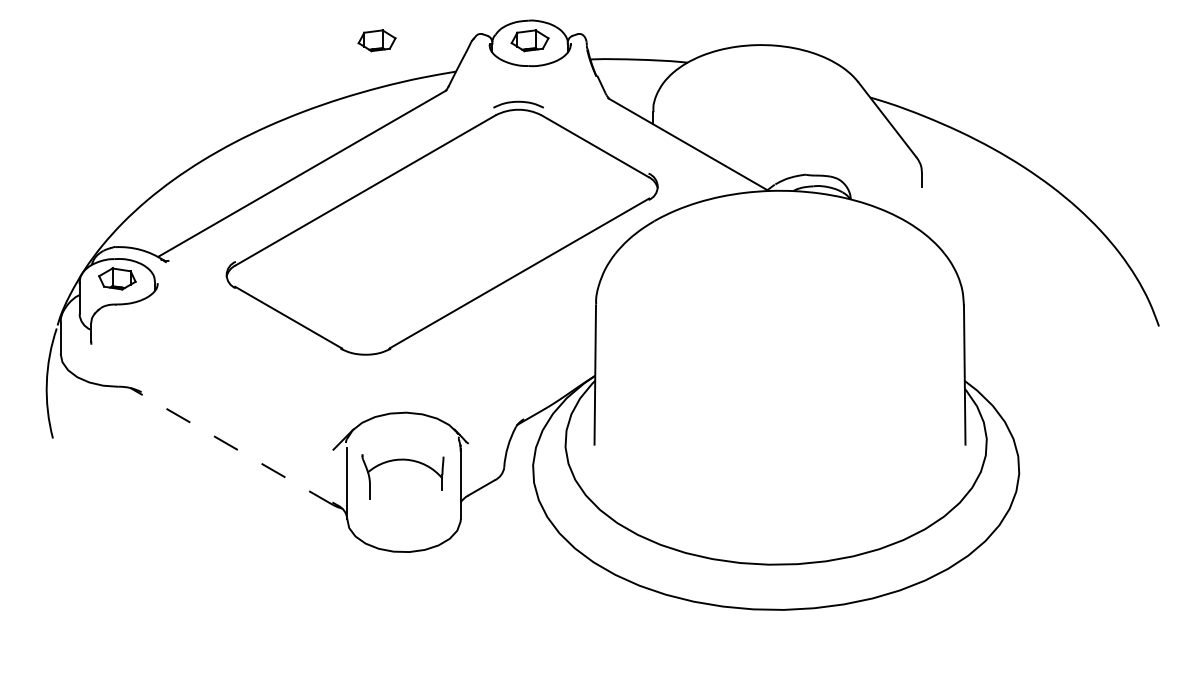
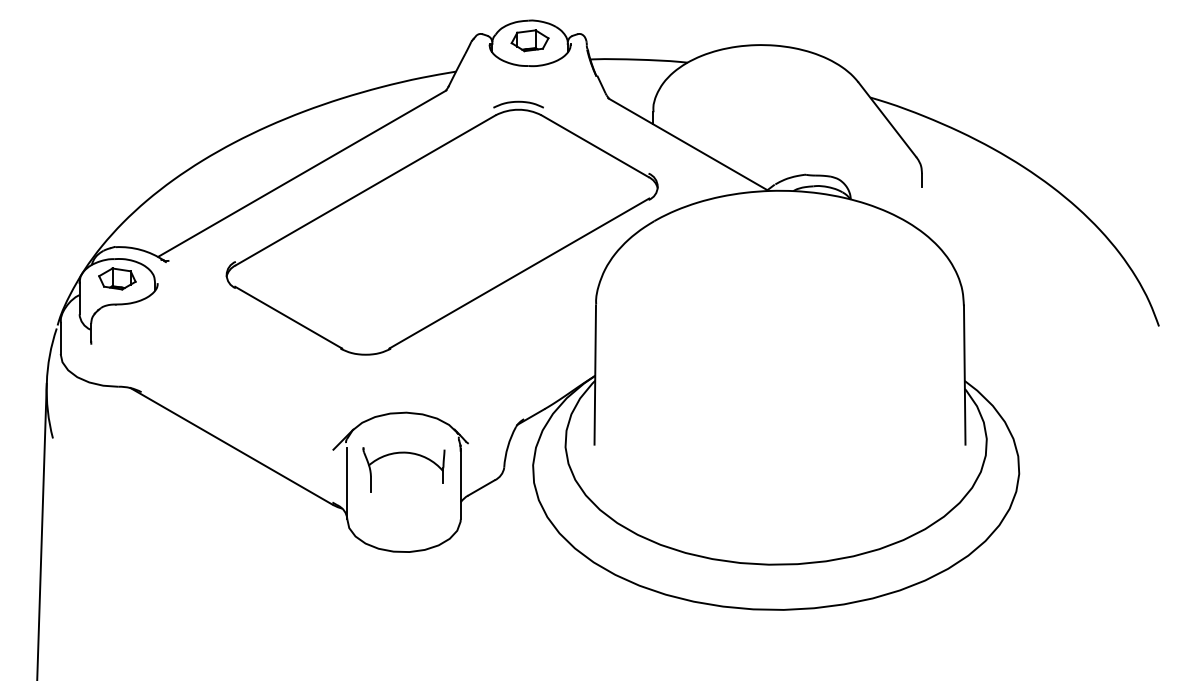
part at (376, 40): present -> none
line at (231, 446): dashed -> solid
part at (402, 460) position: (402, 460) -> (403, 453)
line at (41, 530): none -> present
